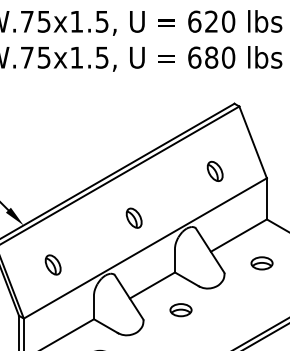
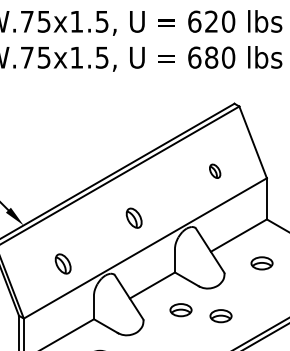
part at (214, 170) size: 18x22 px -> 13x16 px
part at (52, 264) position: (52, 264) -> (62, 263)
part at (220, 316): none -> present
